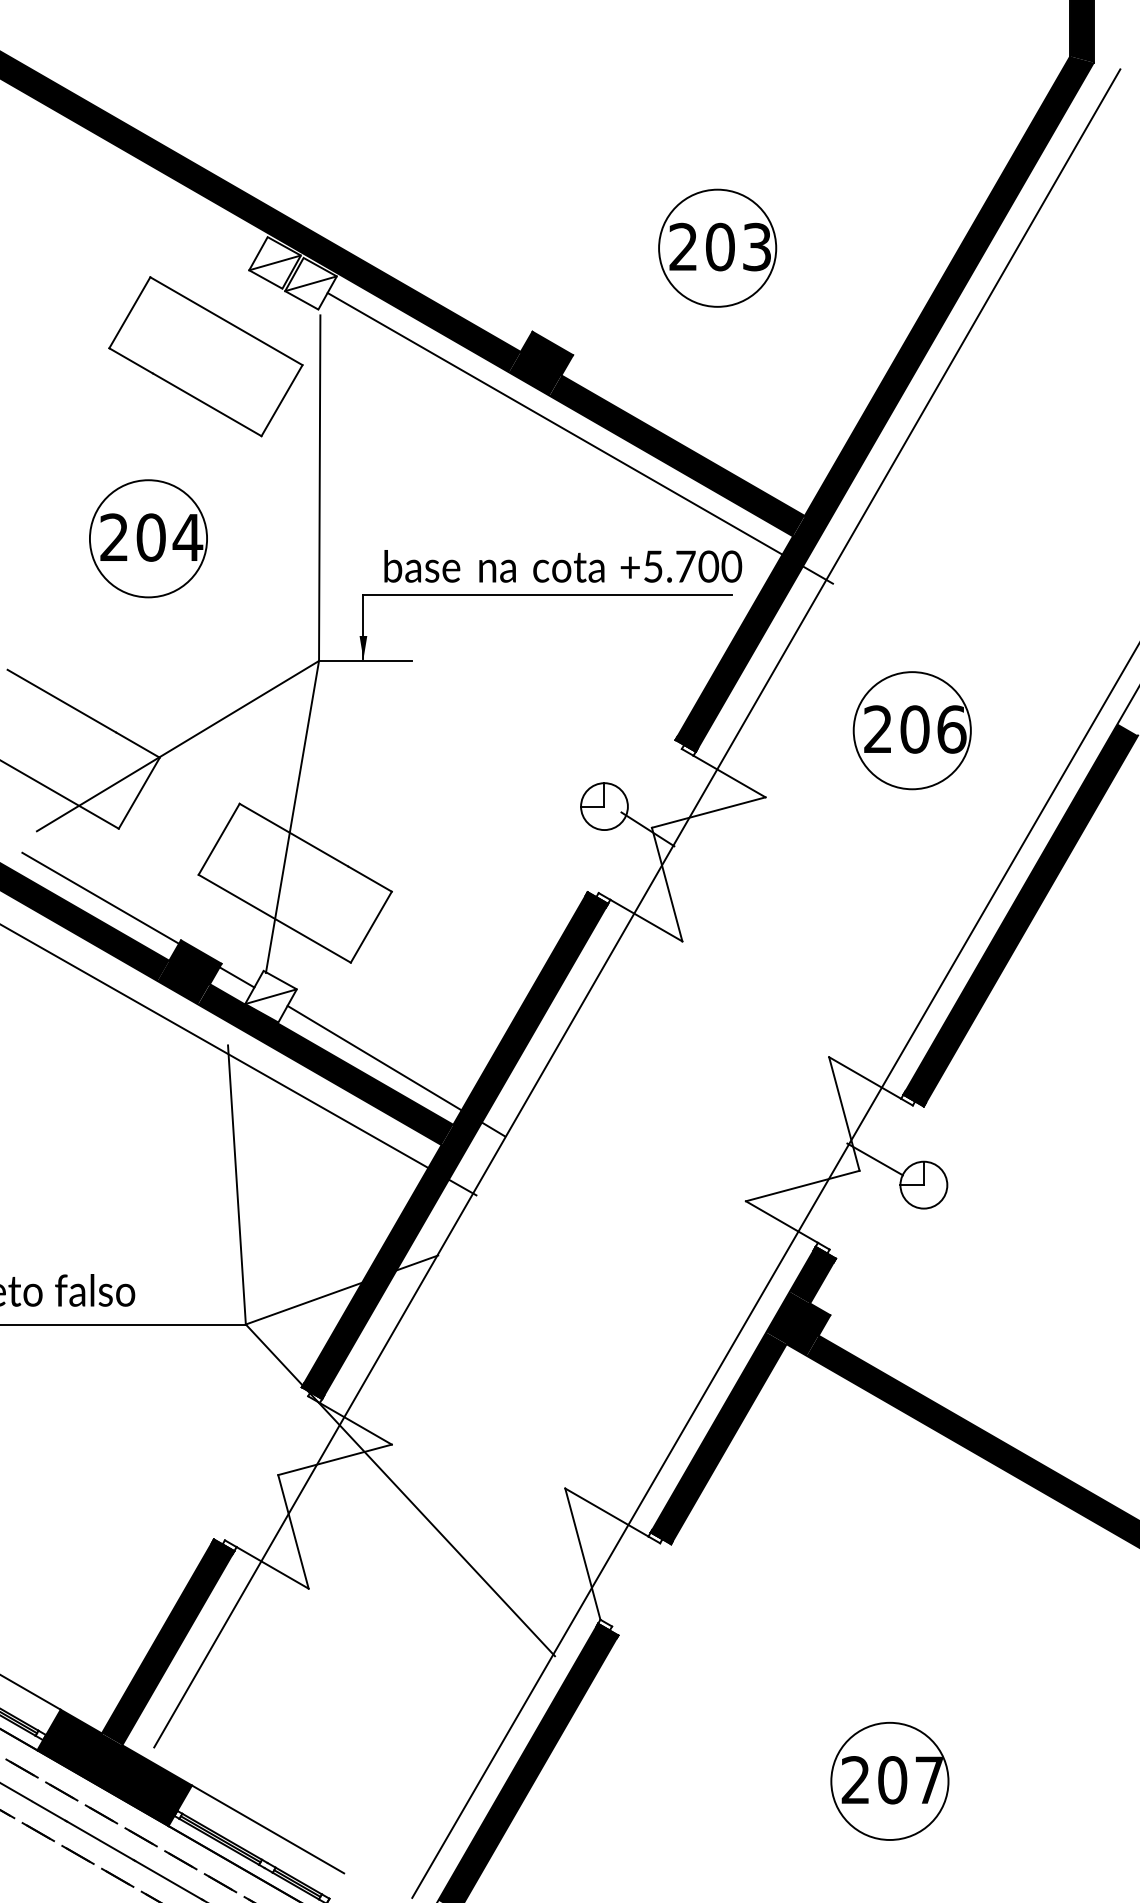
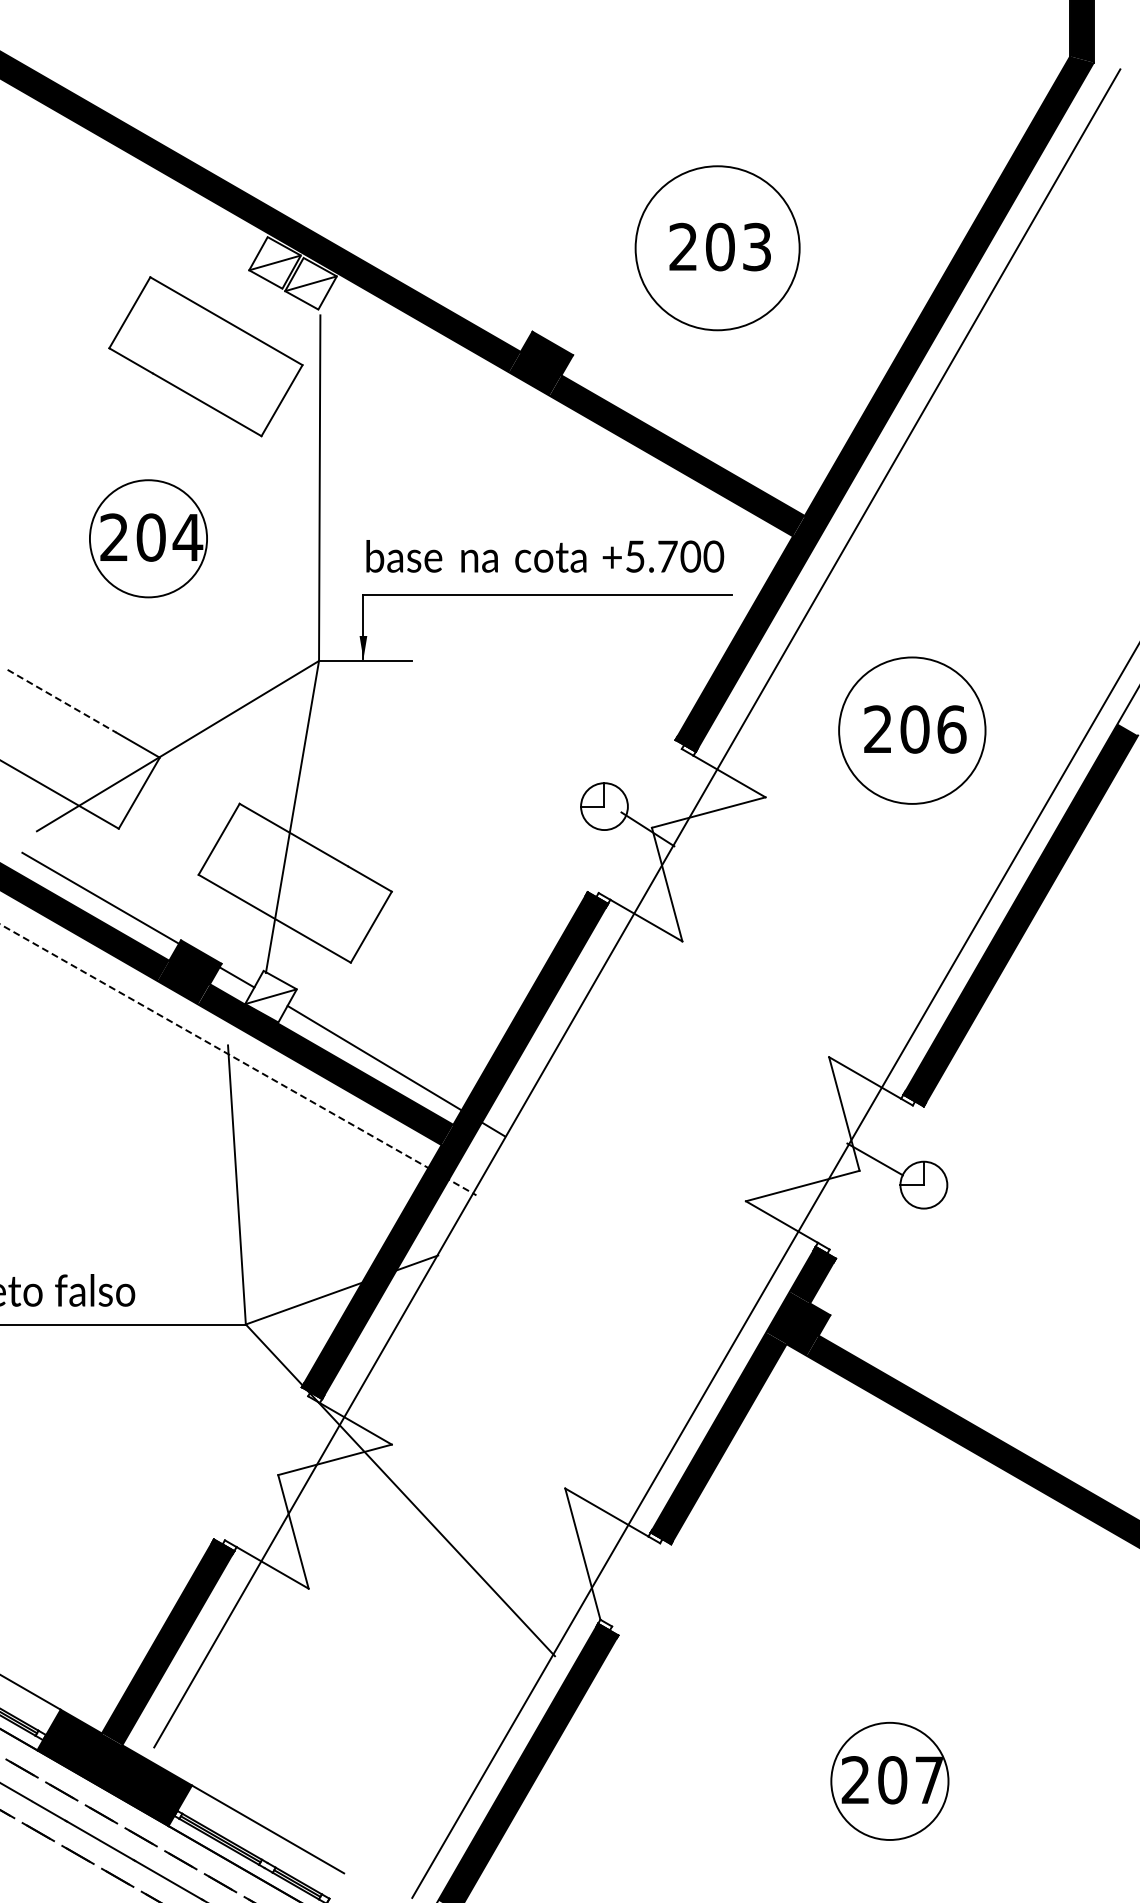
circle at (717, 247) diameter: 117 px -> 164 px
line at (579, 437): present -> none
text at (563, 566) position: (563, 566) -> (545, 556)
line at (61, 701): solid -> dashed
circle at (911, 730) diameter: 117 px -> 146 px
line at (238, 1059): solid -> dashed
